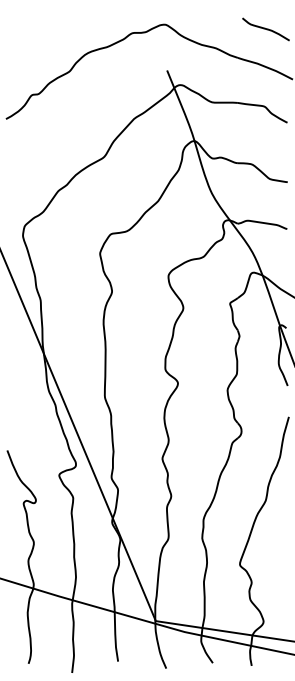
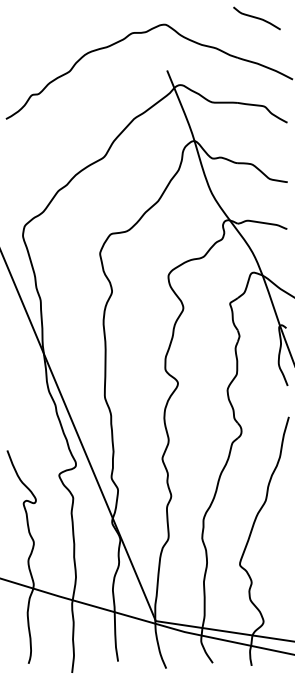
curve at (265, 29) position: (265, 29) -> (256, 18)
